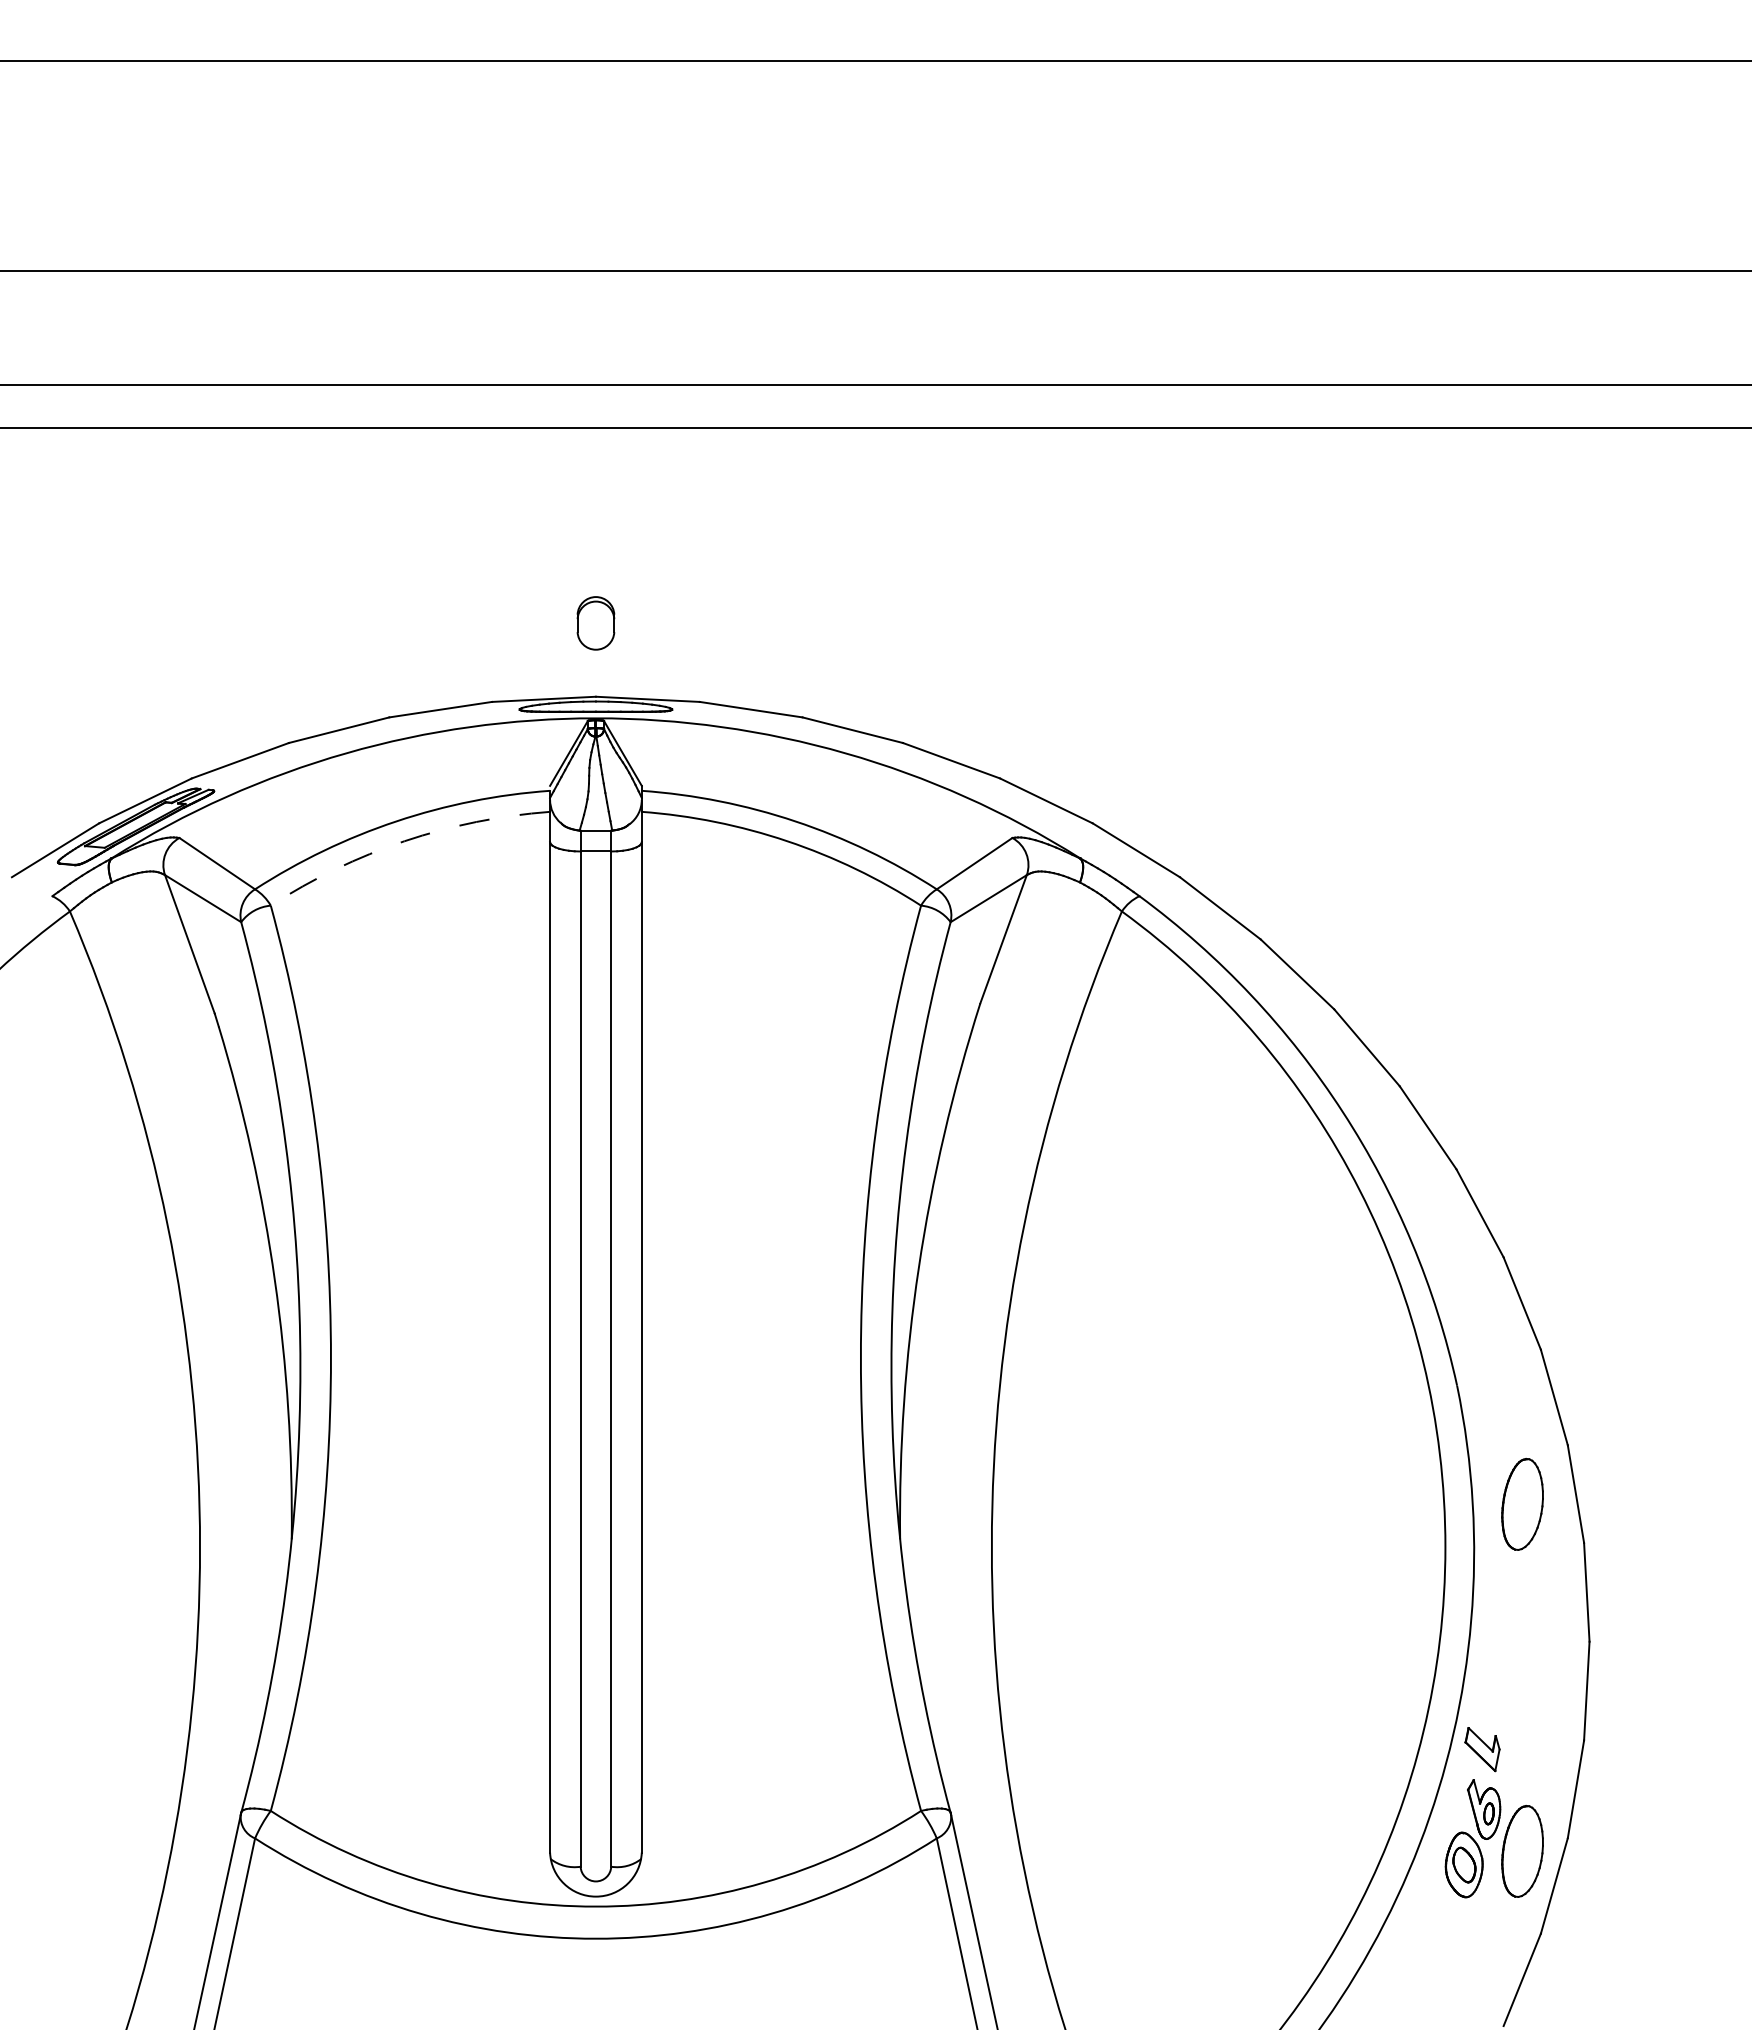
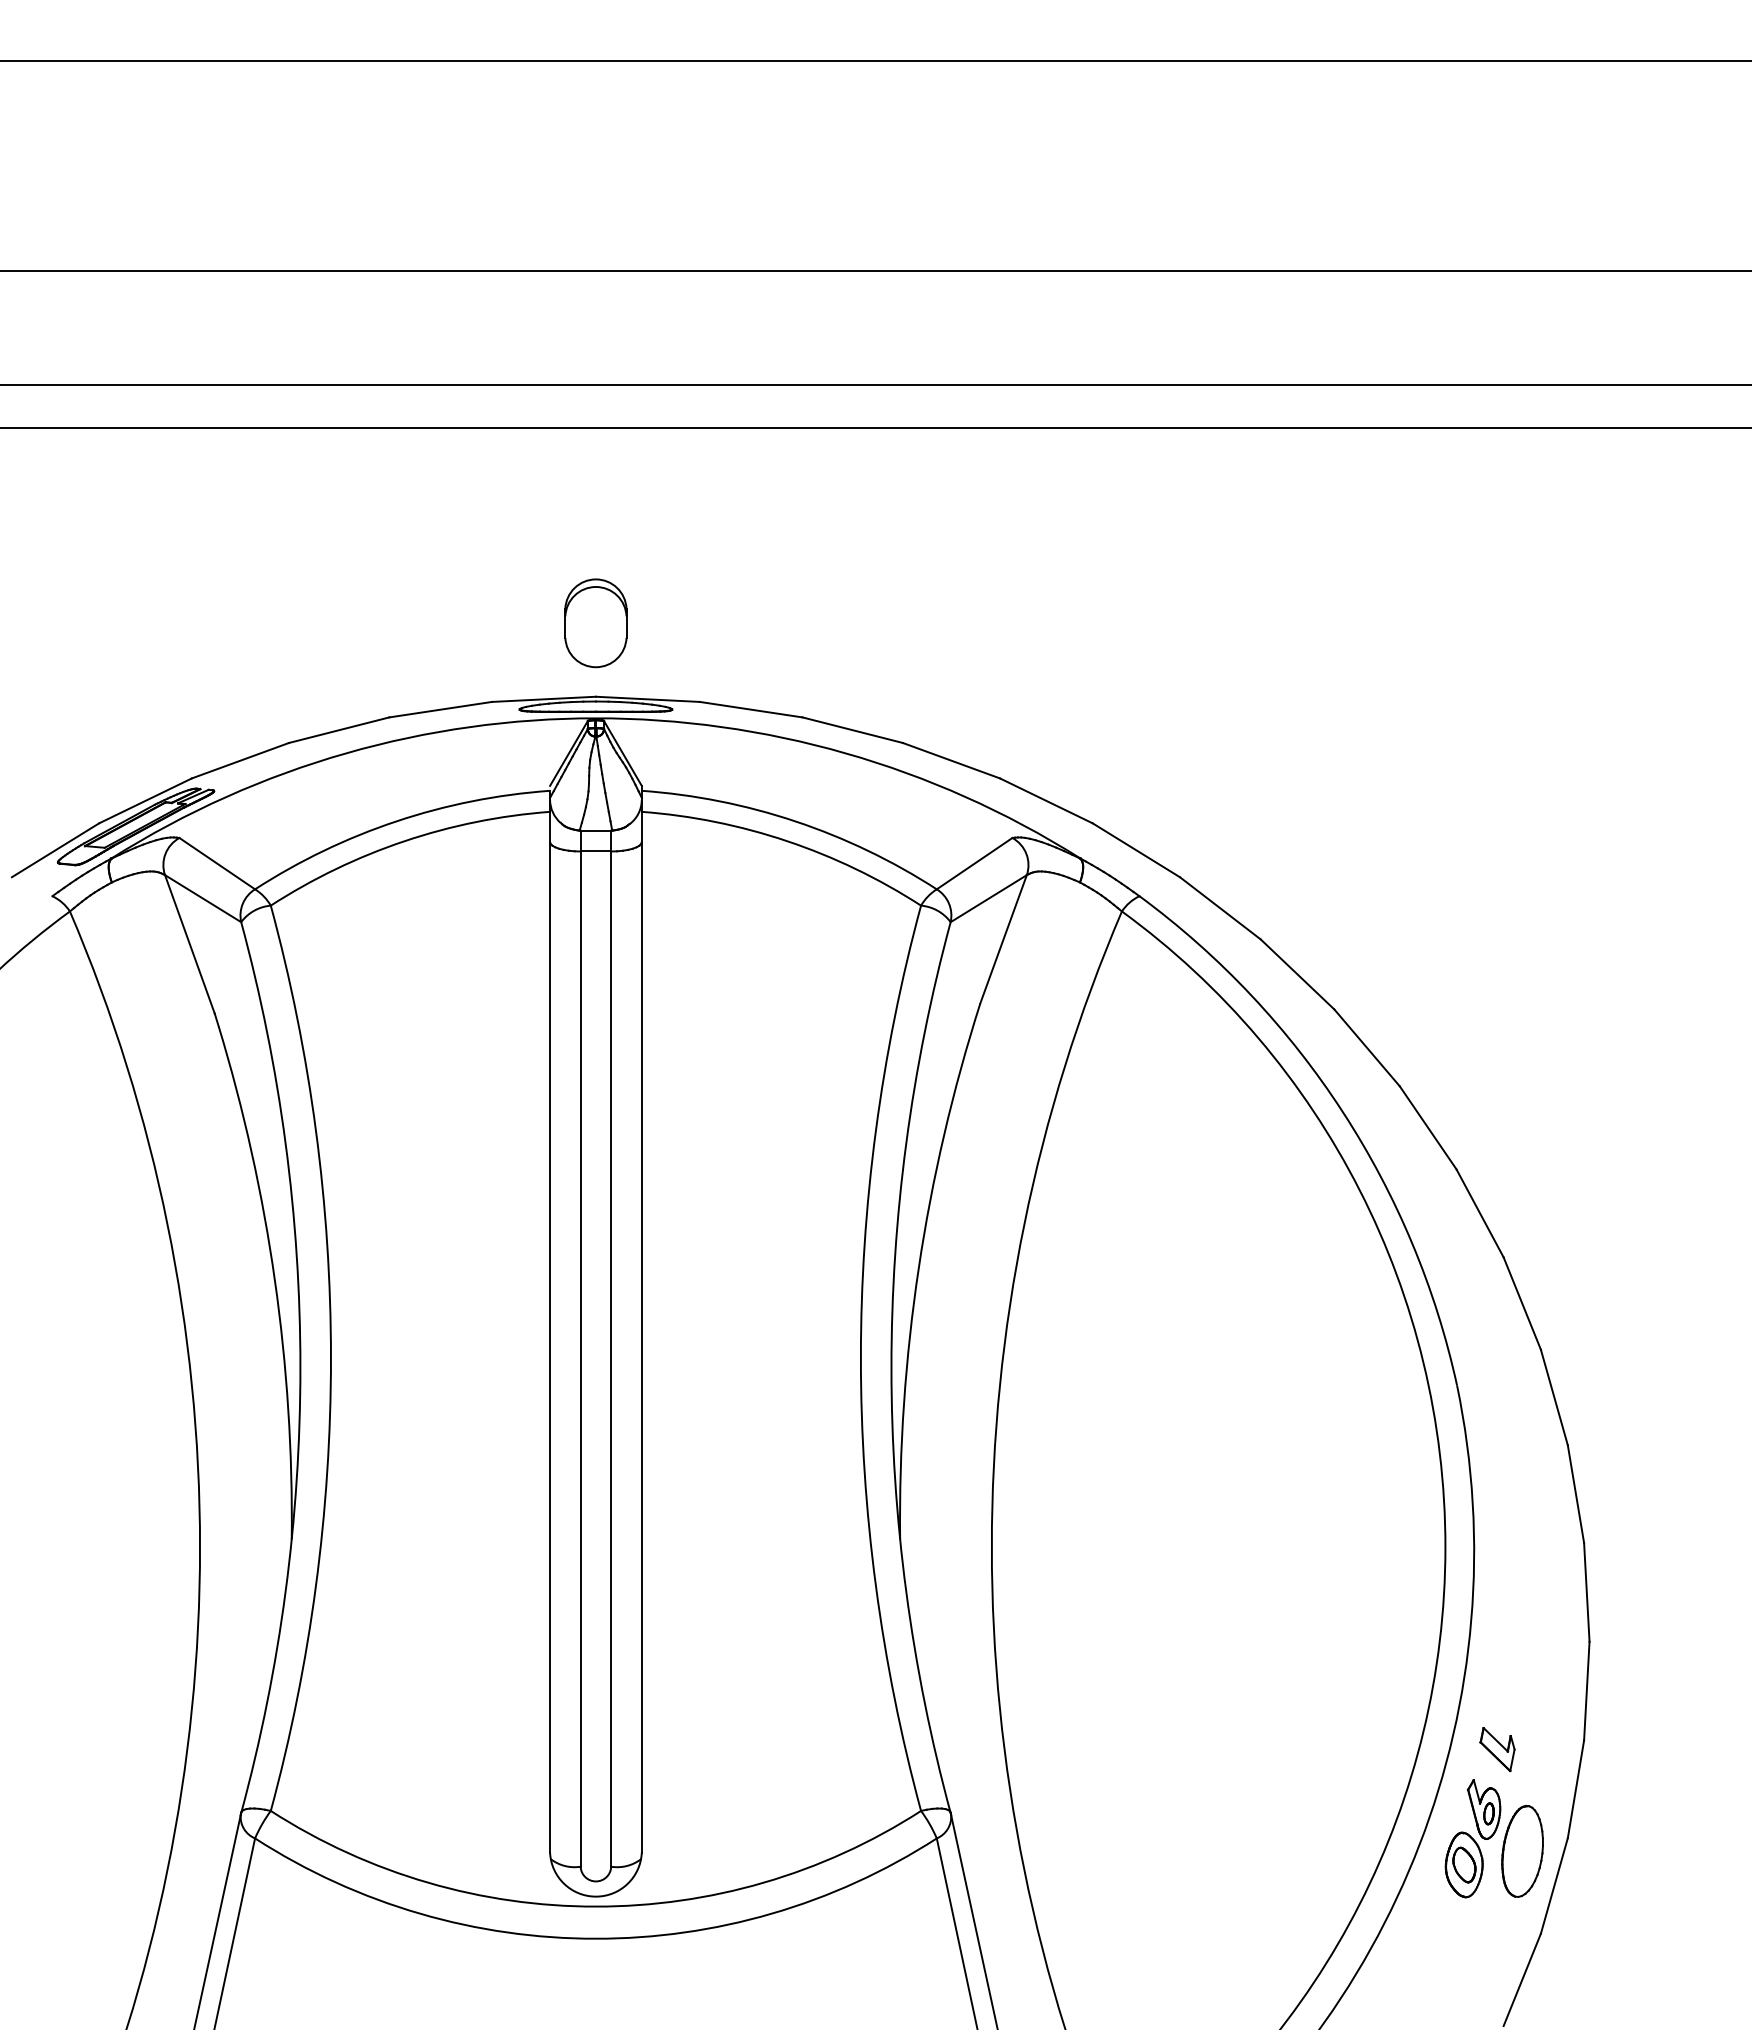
part at (595, 623) size: 40x55 px -> 64x91 px
arc at (404, 841): dashed -> solid
part at (1522, 1503): present -> none
part at (1482, 1749) position: (1482, 1749) -> (1497, 1749)
